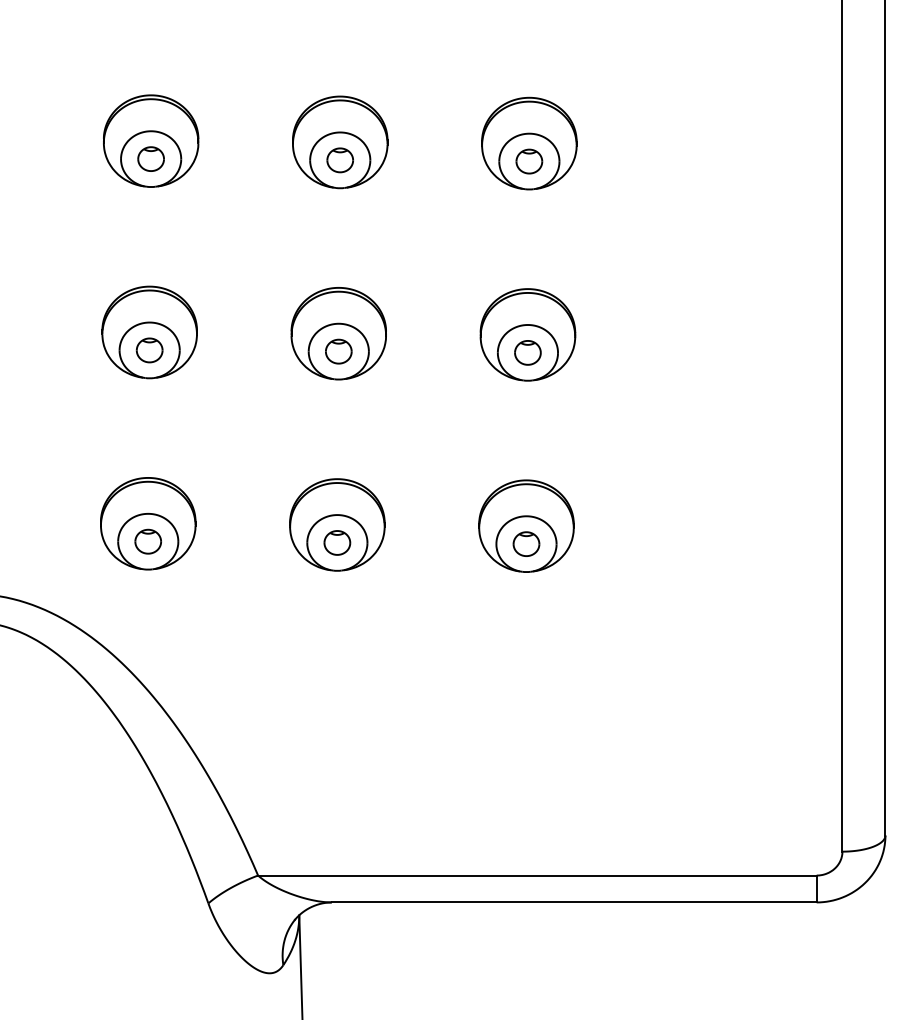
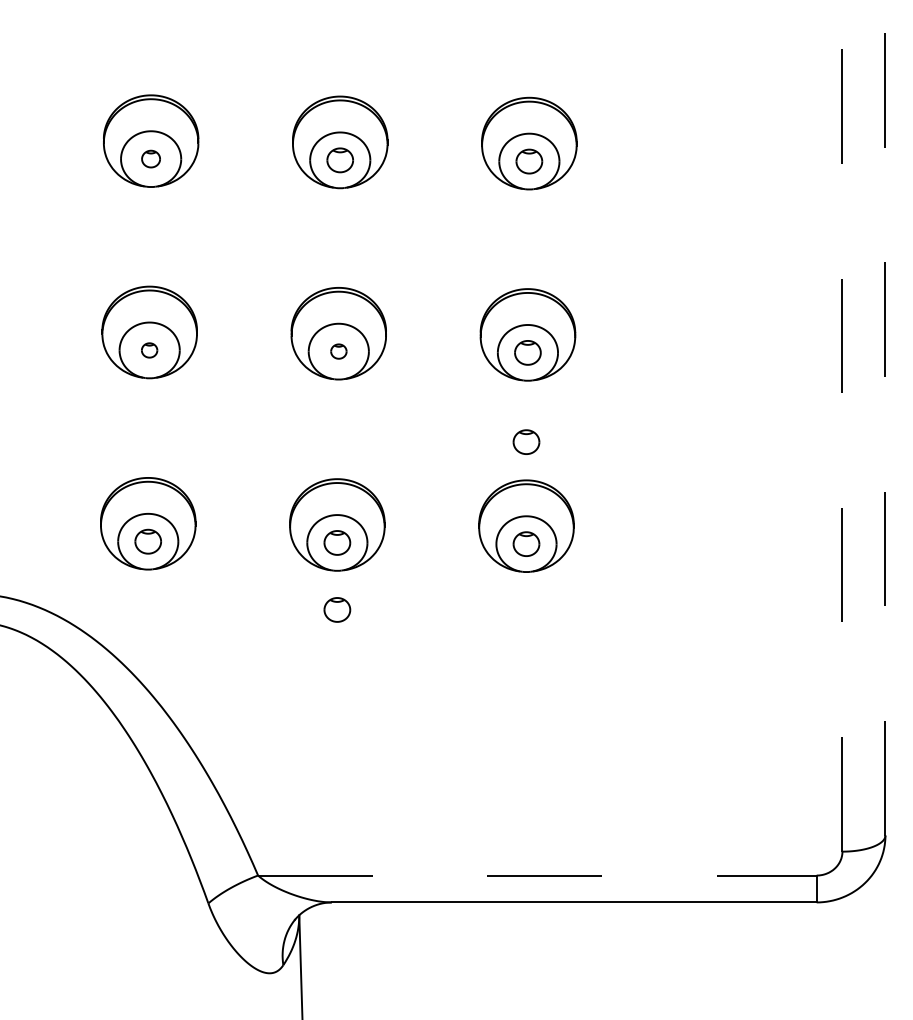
part at (150, 158) size: 28x26 px -> 20x20 px
part at (149, 350) size: 29x27 px -> 18x17 px
part at (338, 351) size: 28x27 px -> 18x17 px
line at (885, 417): solid -> dashed
line at (842, 425): solid -> dashed
part at (526, 441): none -> present
part at (337, 609): none -> present
line at (537, 875): solid -> dashed
